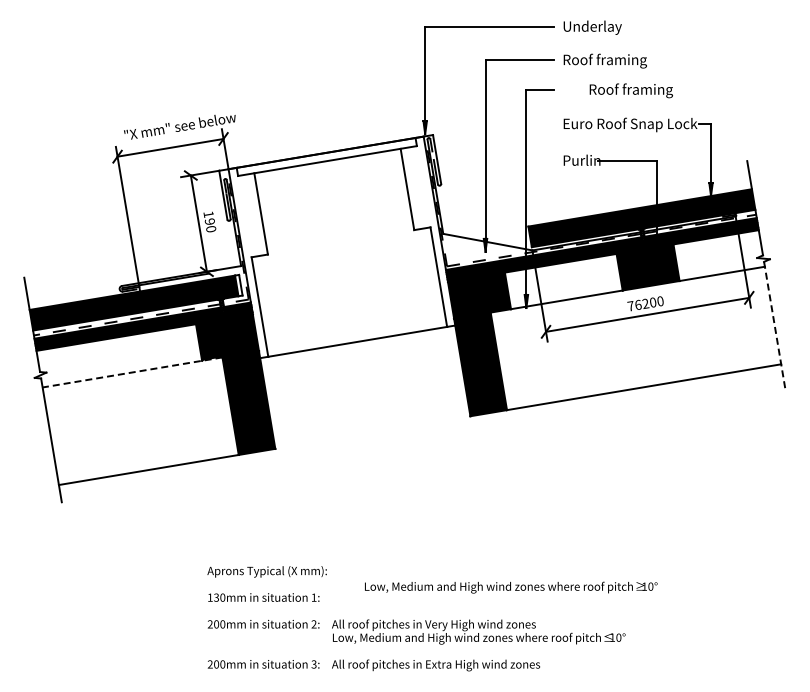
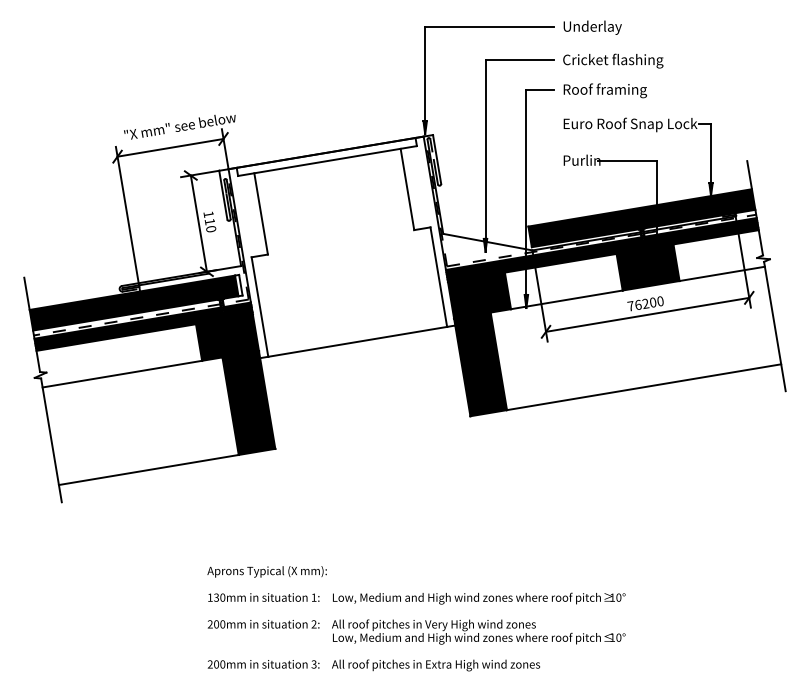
text at (613, 60): Roof framing -> Cricket flashing
text at (630, 90) position: (630, 90) -> (604, 90)
text at (209, 221): 190^_ -> 110^_
line at (774, 326): dashed -> solid
line at (132, 372): dashed -> solid
text at (511, 587) position: (511, 587) -> (479, 598)
